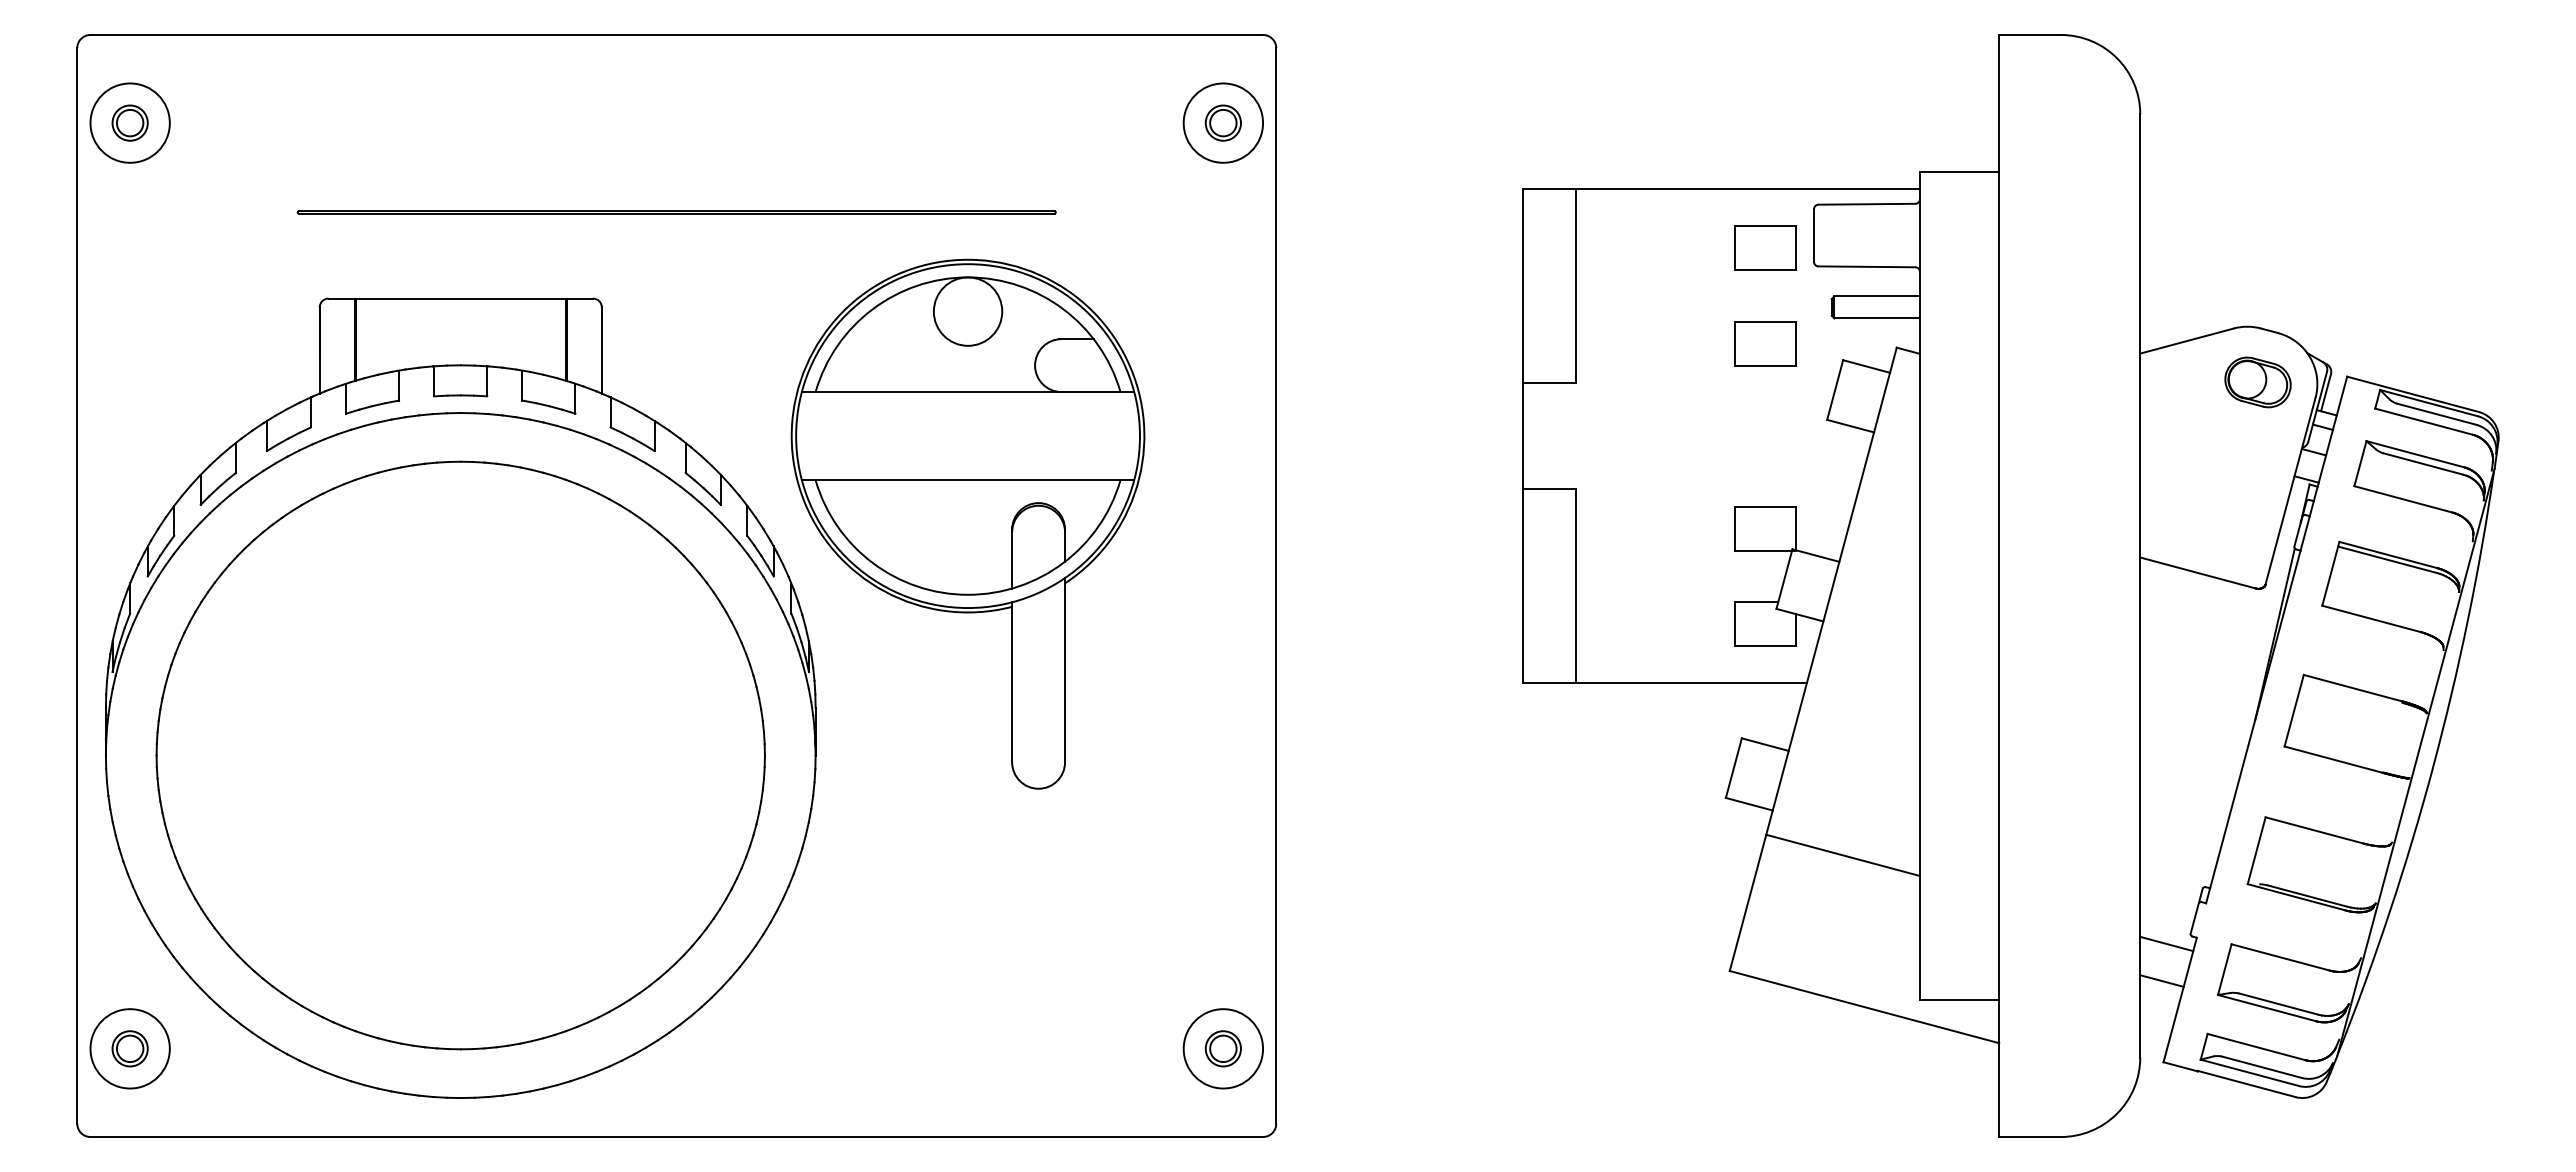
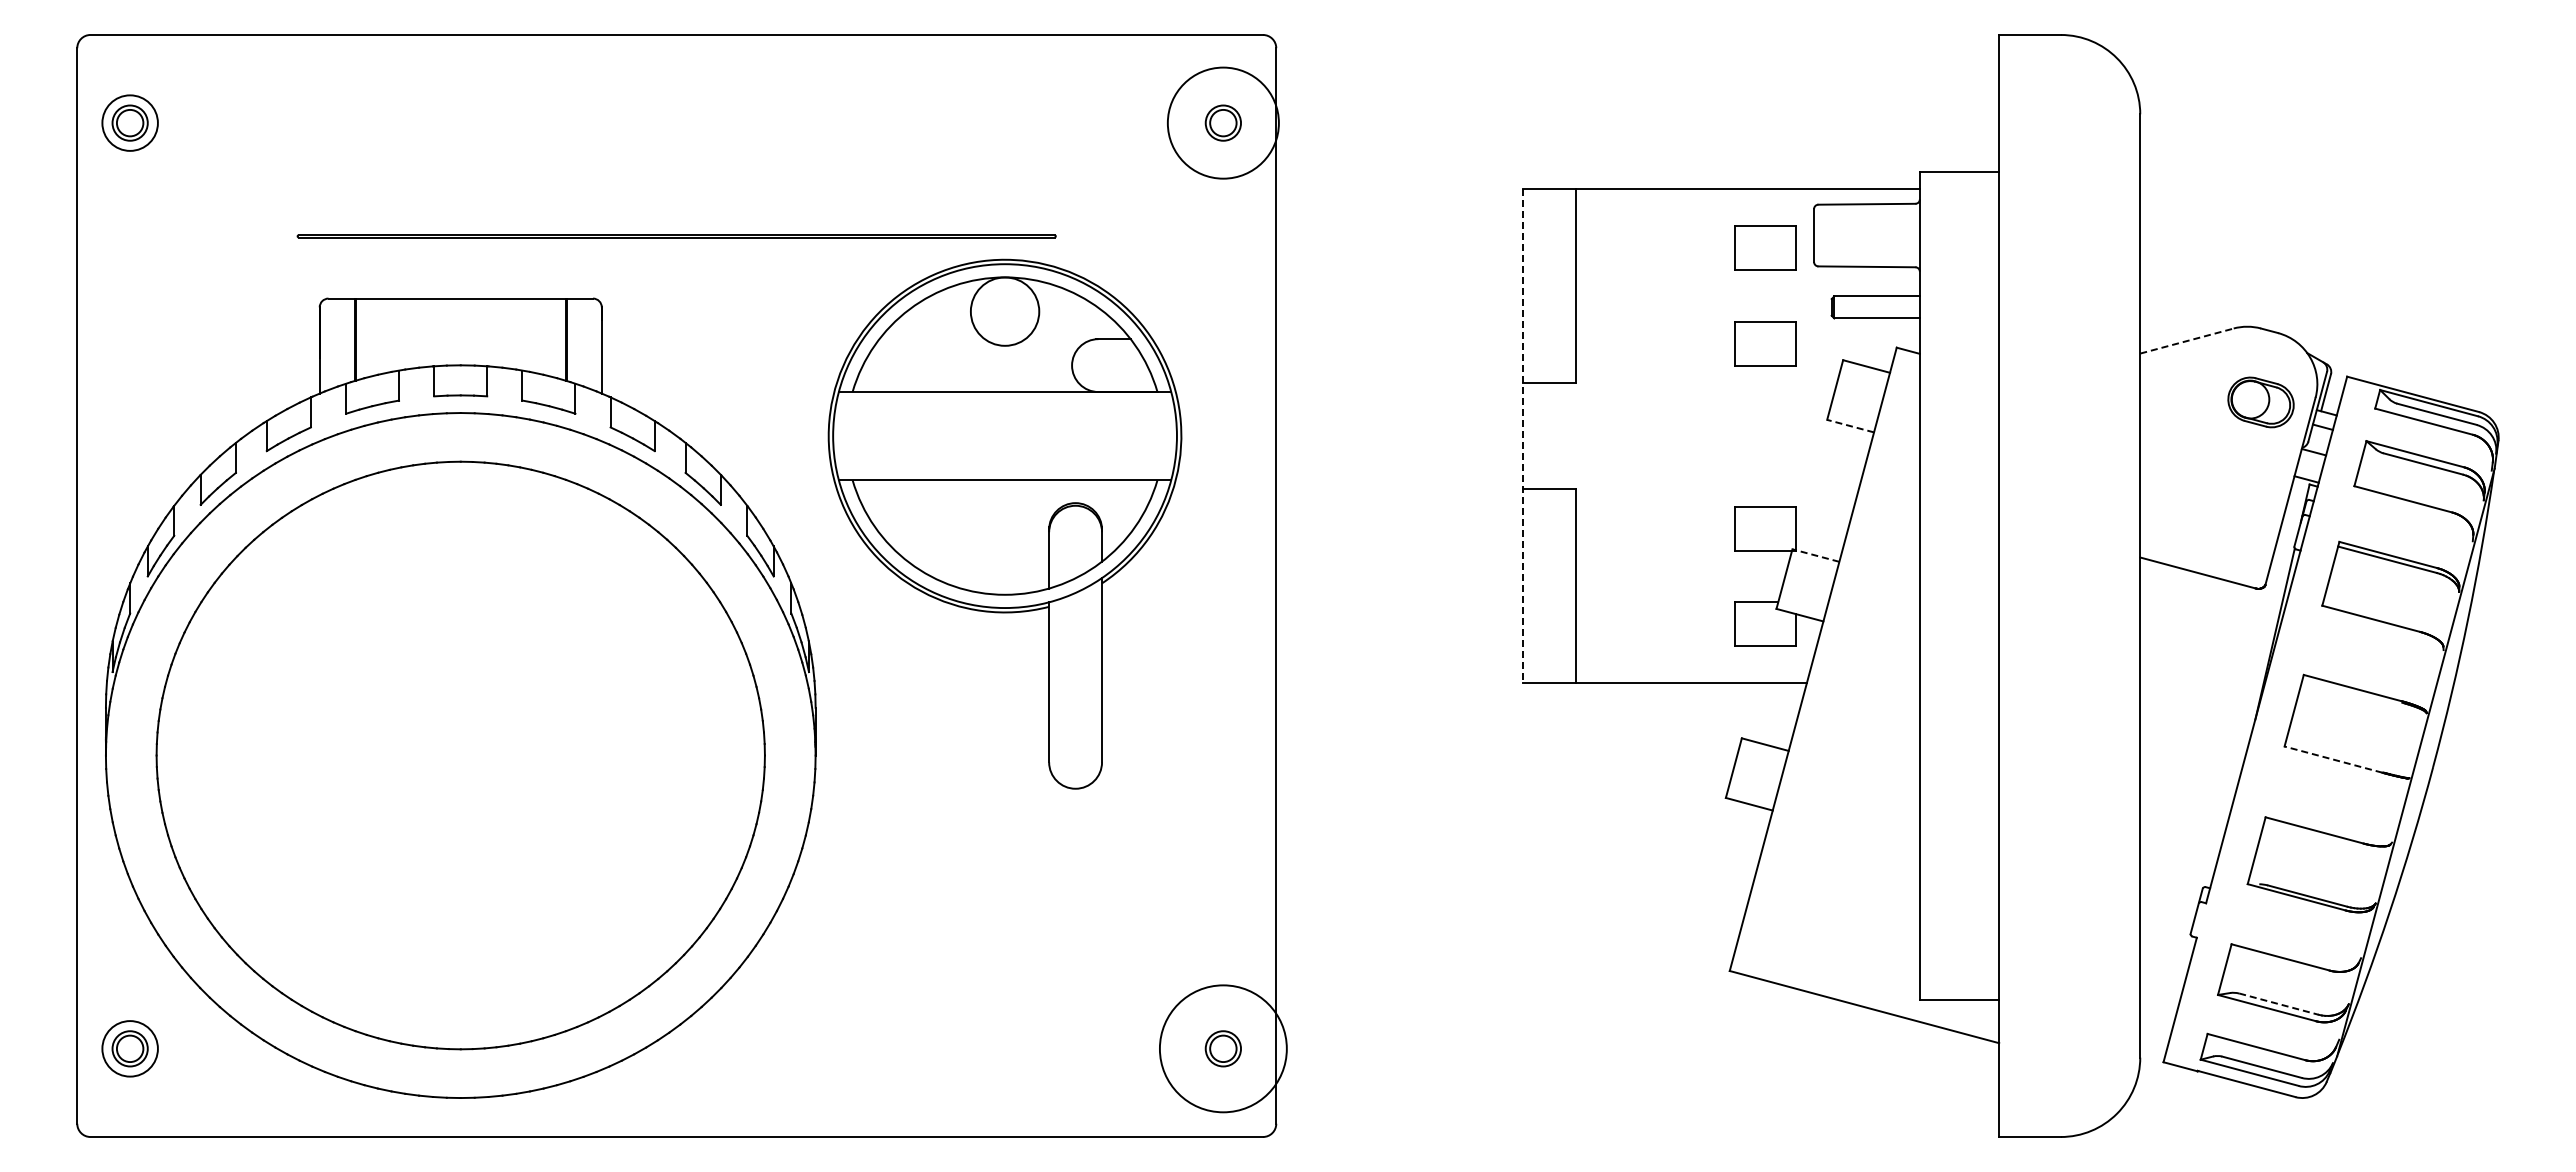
circle at (129, 122) diameter: 79 px -> 56 px
circle at (1223, 122) diameter: 79 px -> 111 px
line at (676, 211) position: (676, 211) -> (676, 235)
line at (2187, 340): solid -> dashed
part at (2257, 382) position: (2257, 382) -> (2260, 402)
line at (1850, 426): solid -> dashed
line at (1523, 436): solid -> dashed
part at (967, 523) position: (967, 523) -> (1004, 523)
line at (1815, 555): solid -> dashed
line at (2333, 759): solid -> dashed
line at (1842, 854): present -> none
line at (2166, 943): present -> none
line at (2161, 980): present -> none
line at (2279, 1004): solid -> dashed
circle at (129, 1048) diameter: 79 px -> 56 px
circle at (1223, 1048) diameter: 79 px -> 127 px
